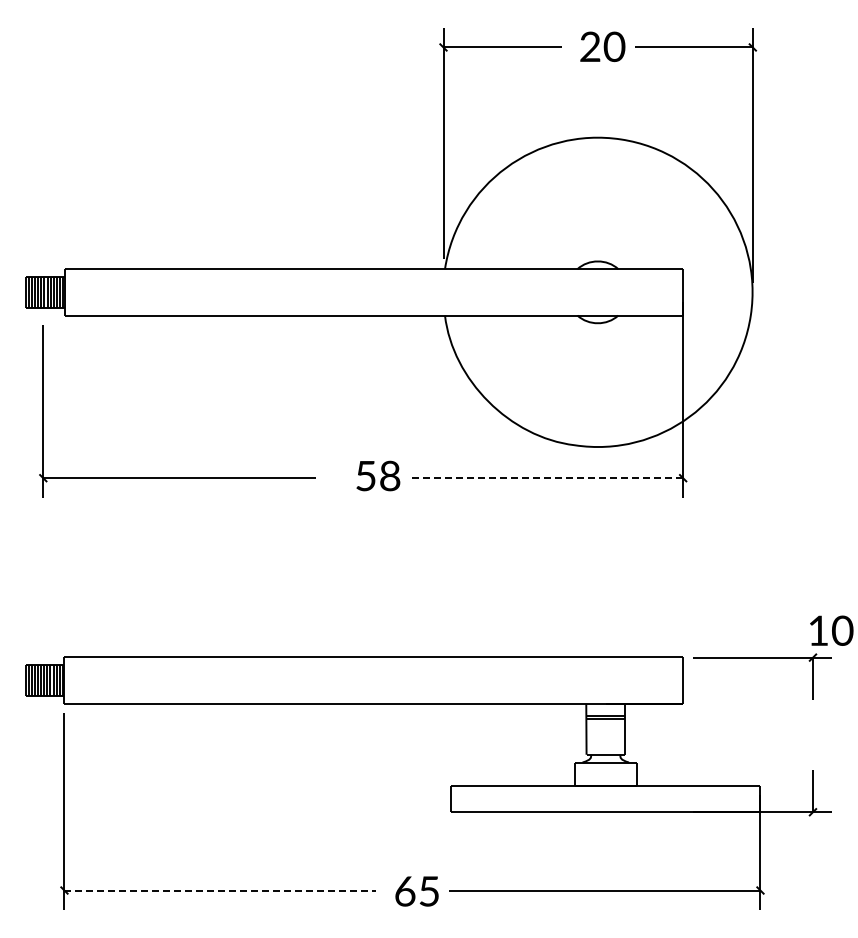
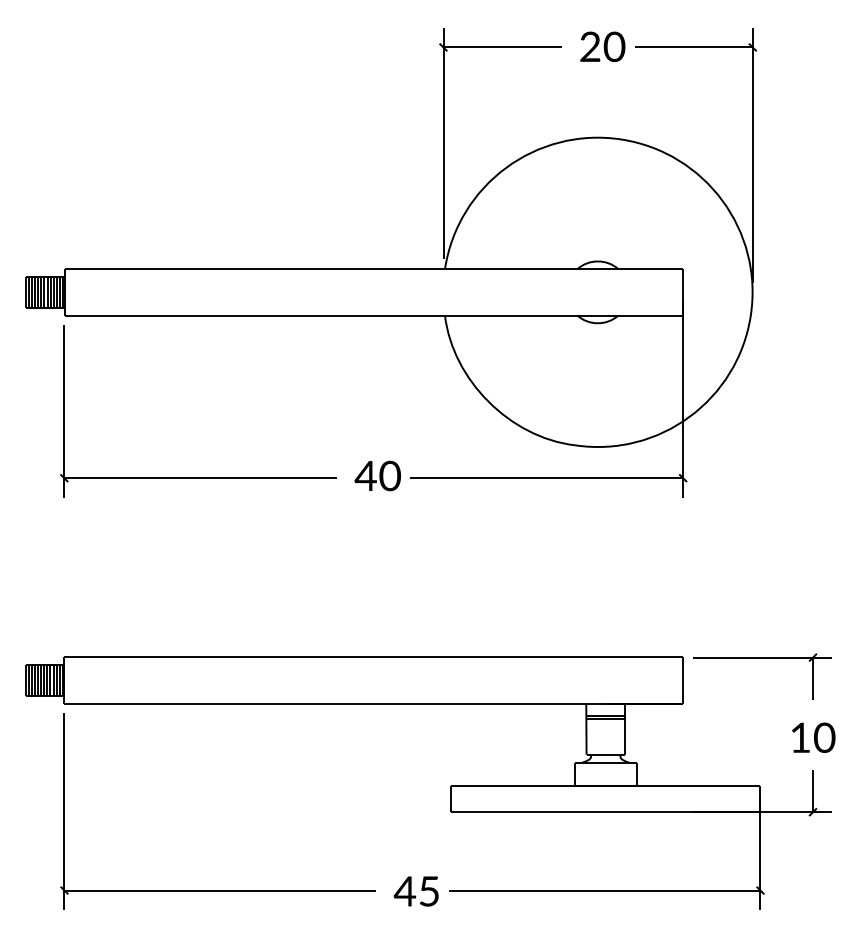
text at (377, 476): 58 -> 40
part at (177, 477) position: (177, 477) -> (198, 477)
line at (546, 478): dashed -> solid
text at (831, 630) position: (831, 630) -> (813, 737)
line at (220, 890): dashed -> solid
text at (404, 891): 65 -> 45
